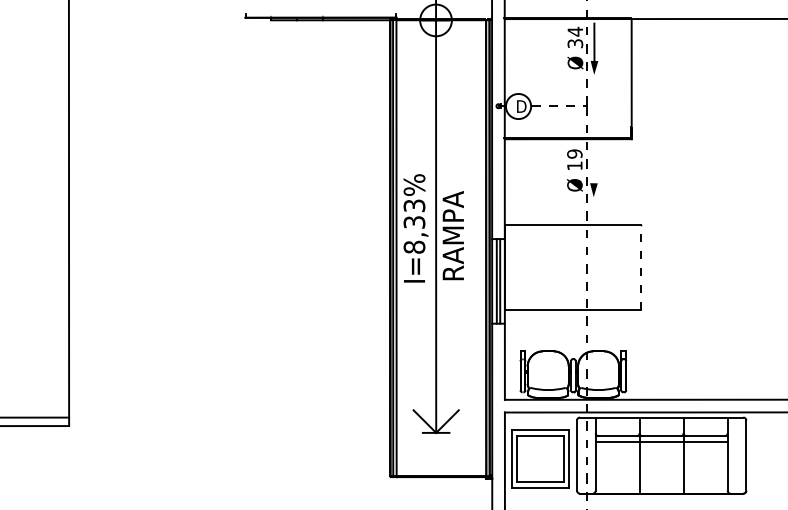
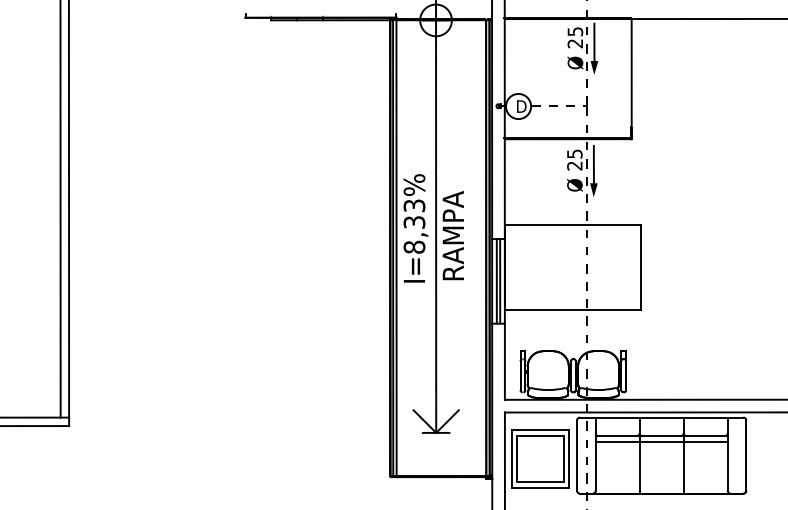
text at (575, 37): 34 -> 25
text at (574, 159): 19 -> 25
line at (593, 164): none -> present
line at (60, 209): none -> present
line at (640, 267): dashed -> solid
